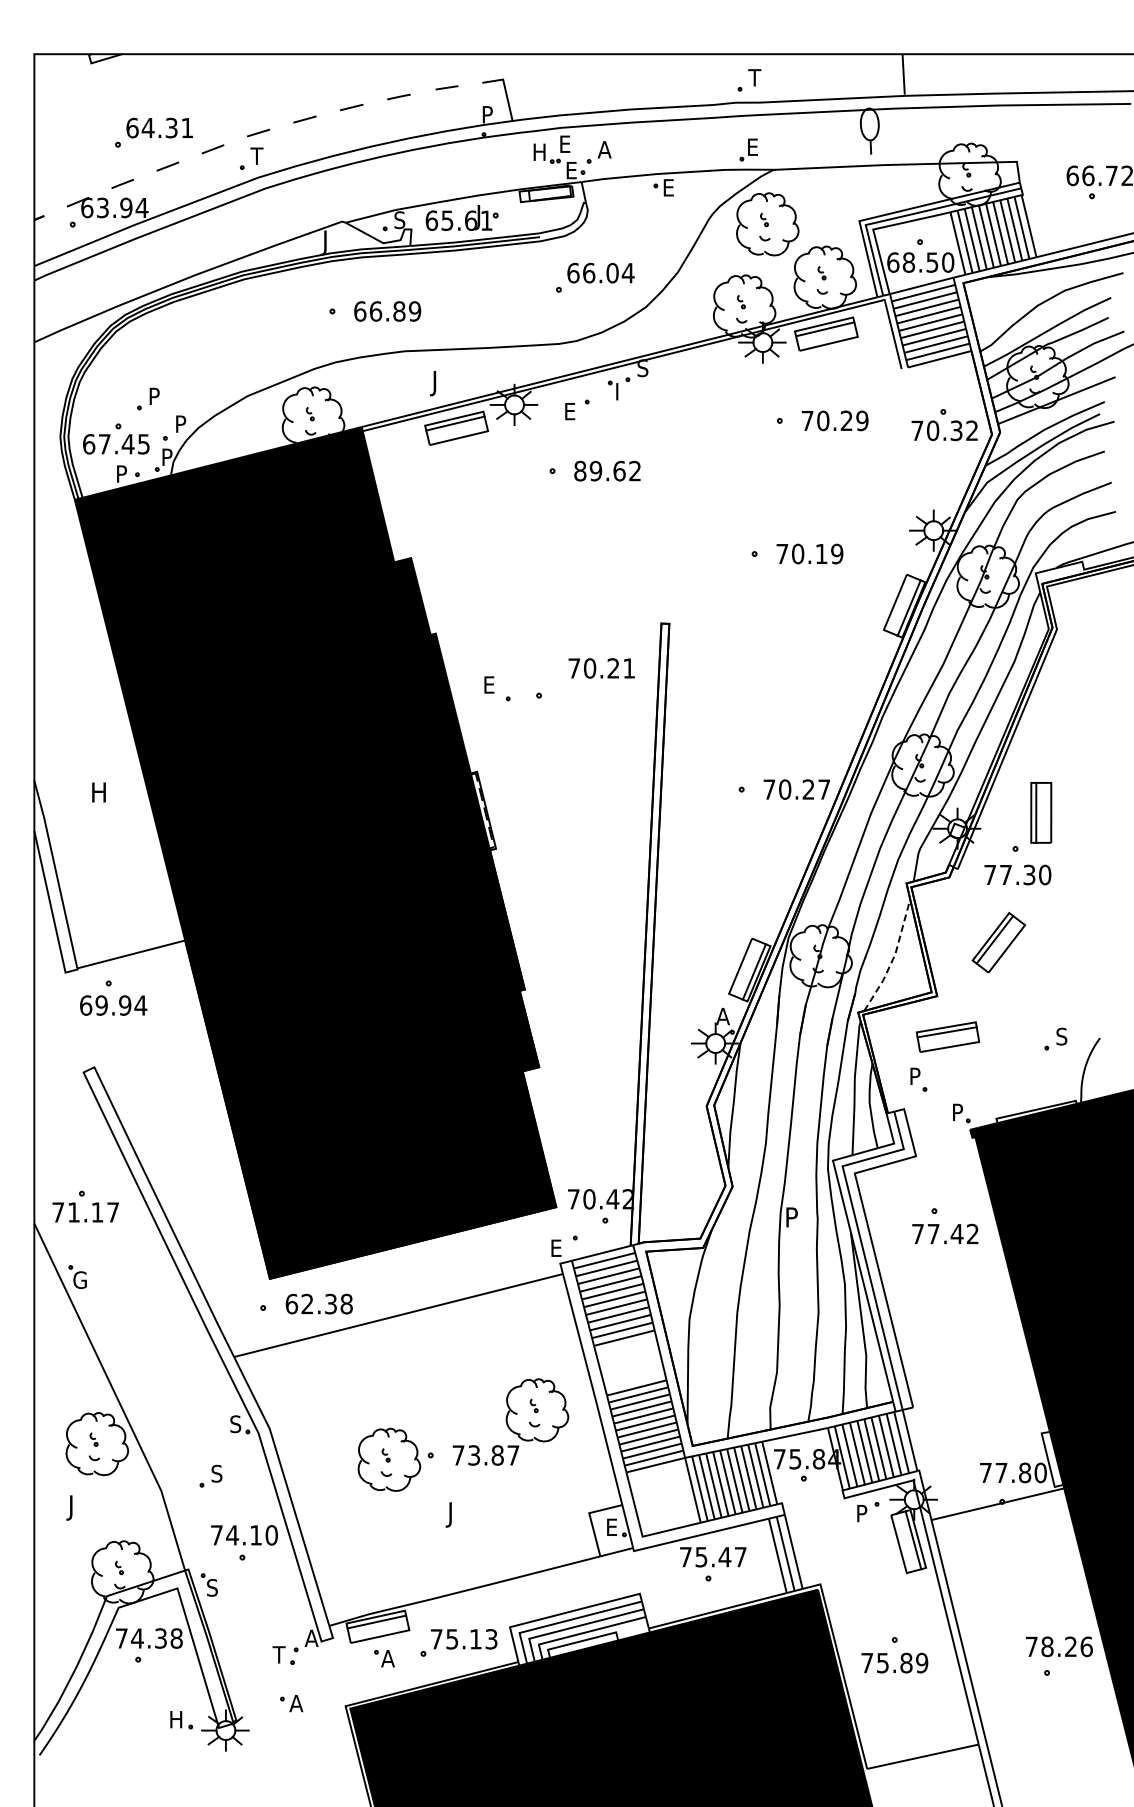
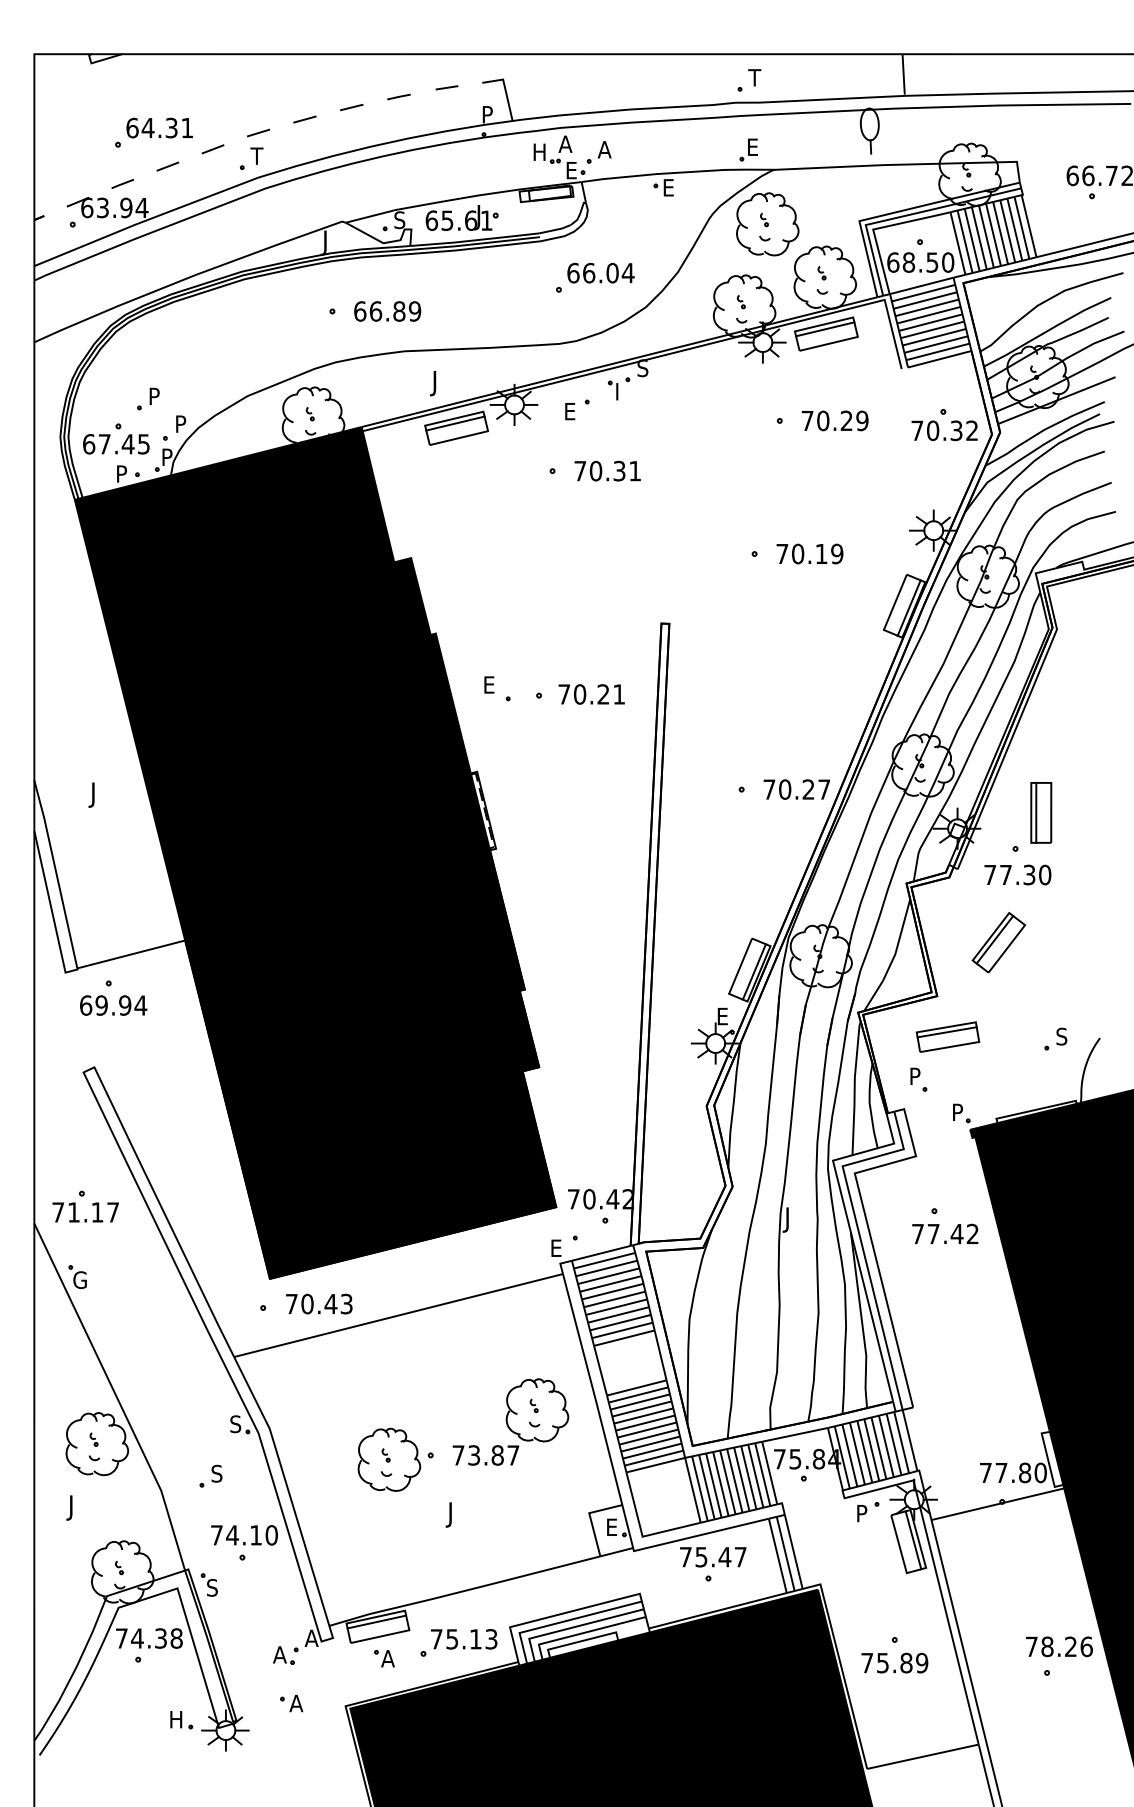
text at (565, 143): E -> A
text at (607, 470): 89.62 -> 70.31
text at (601, 668) position: (601, 668) -> (591, 694)
text at (96, 794): H -> J
line at (893, 957): dashed -> solid
text at (722, 1016): A -> E
text at (789, 1219): P -> J
text at (318, 1303): 62.38 -> 70.43
text at (279, 1654): T -> A
